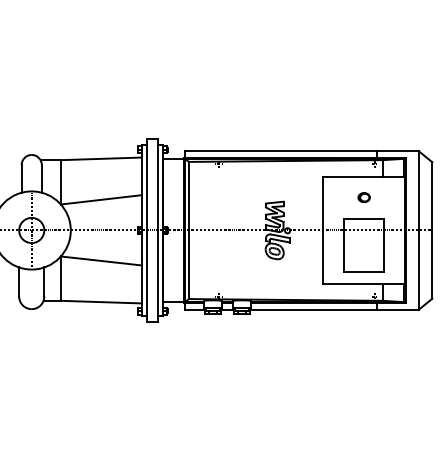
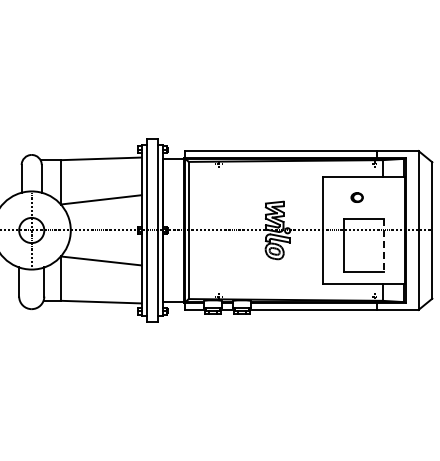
part at (363, 197) position: (363, 197) -> (356, 197)
line at (383, 245): solid -> dashed
